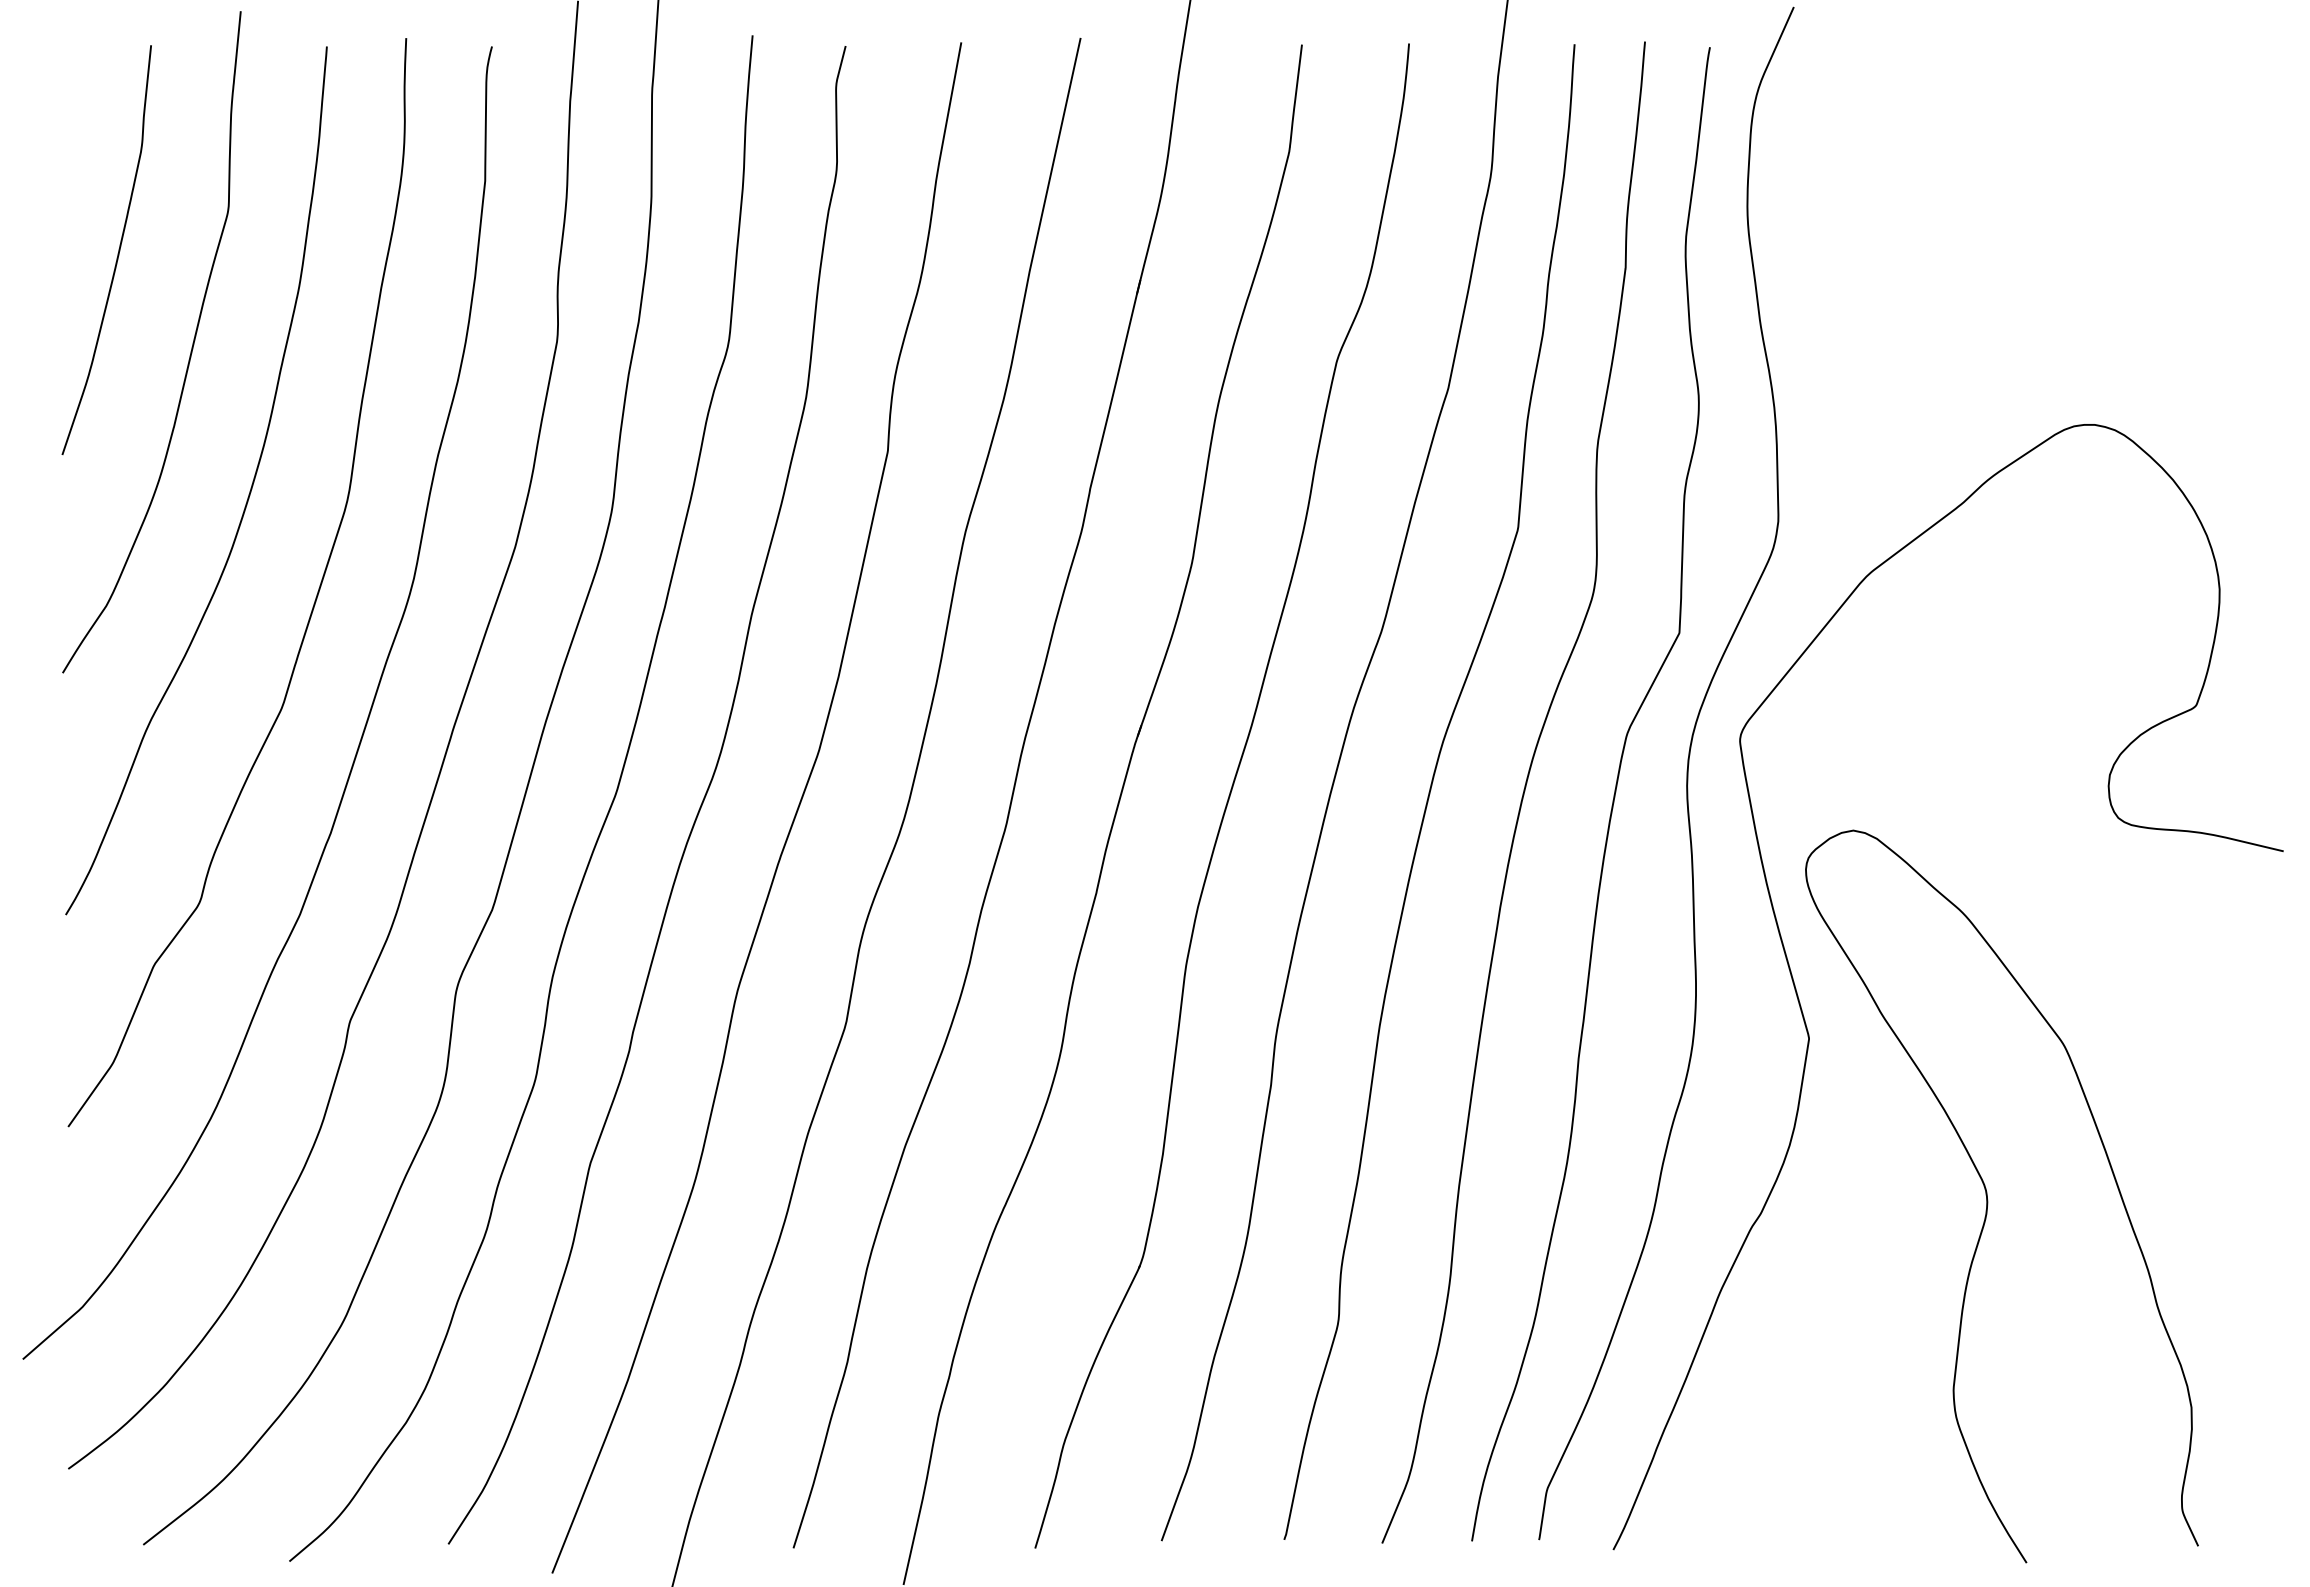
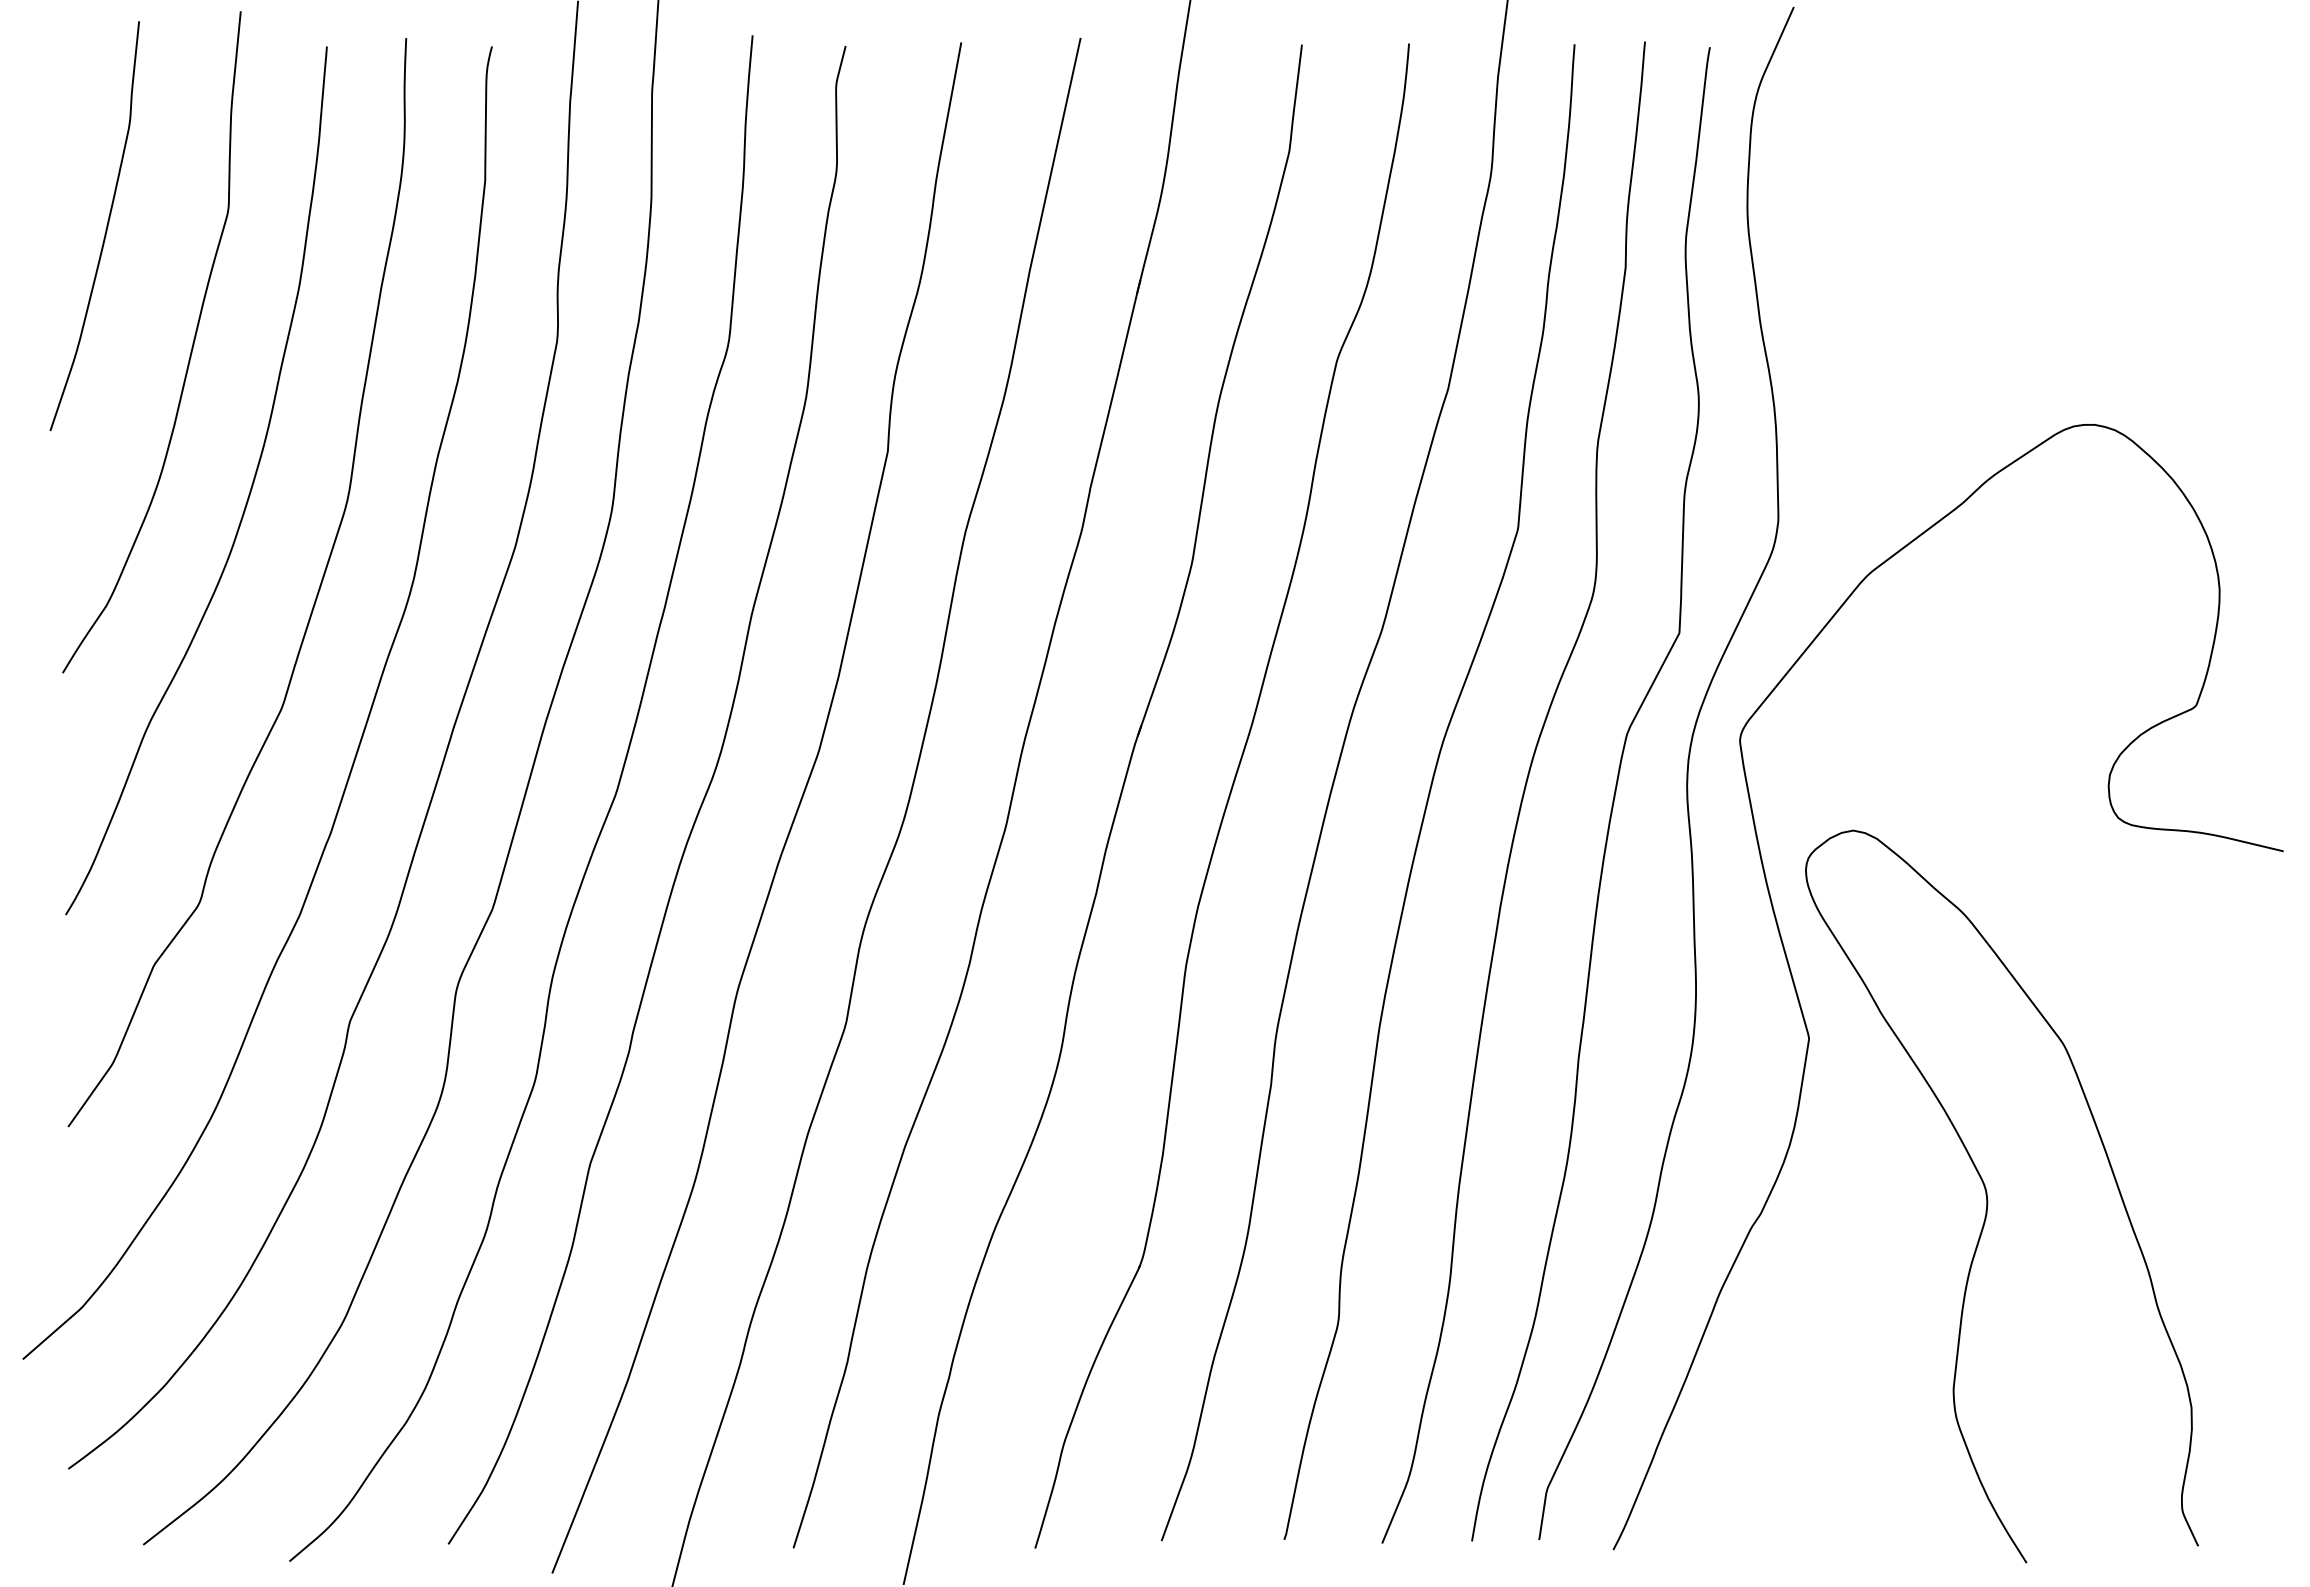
curve at (117, 253) position: (117, 253) -> (105, 229)
